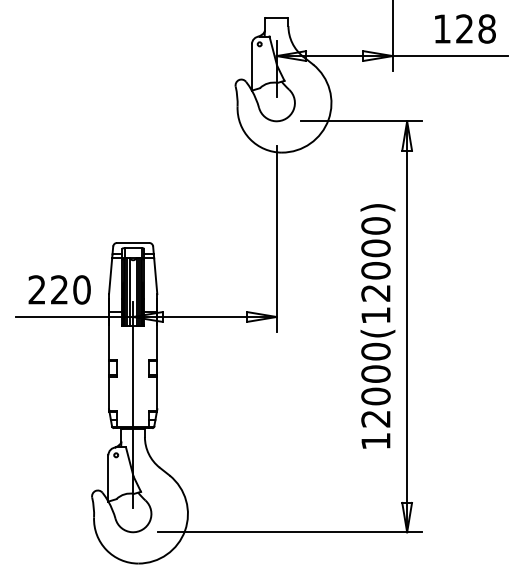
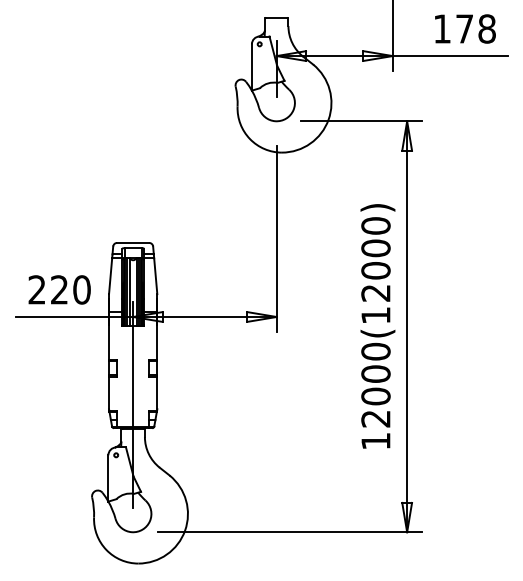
text at (464, 28): 128 -> 178
